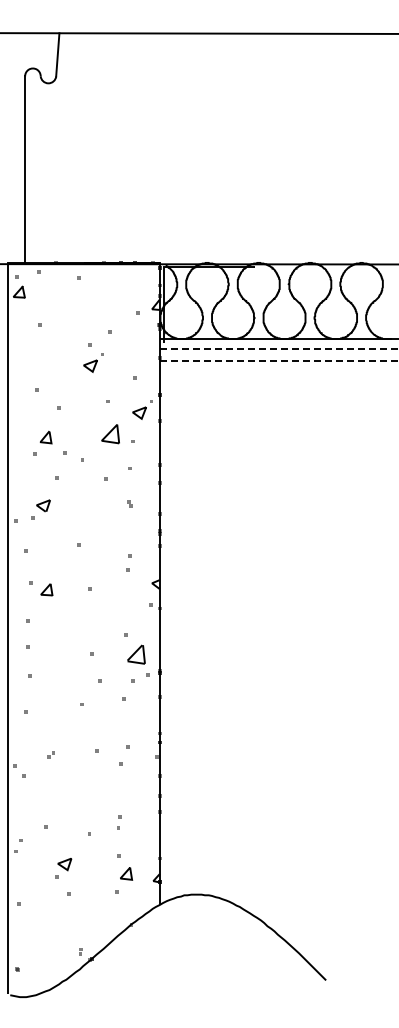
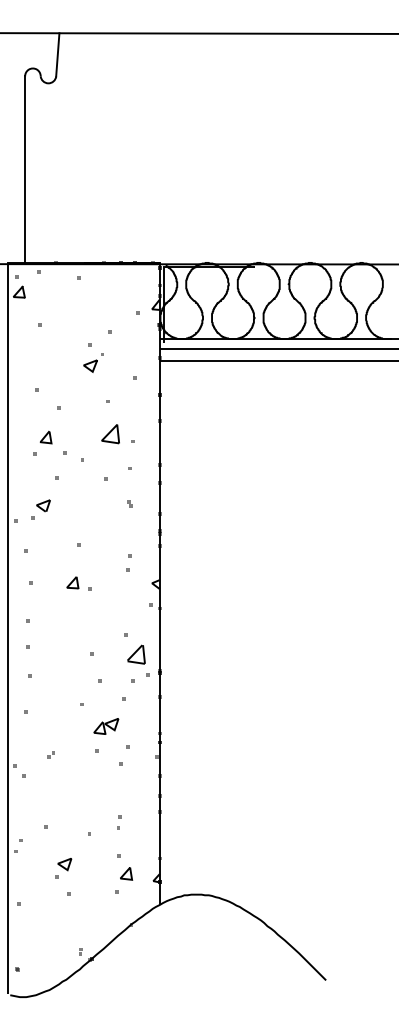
line at (279, 349): dashed -> solid
line at (279, 360): dashed -> solid
part at (142, 409): present -> none
part at (46, 589) position: (46, 589) -> (72, 582)
part at (106, 726): none -> present
